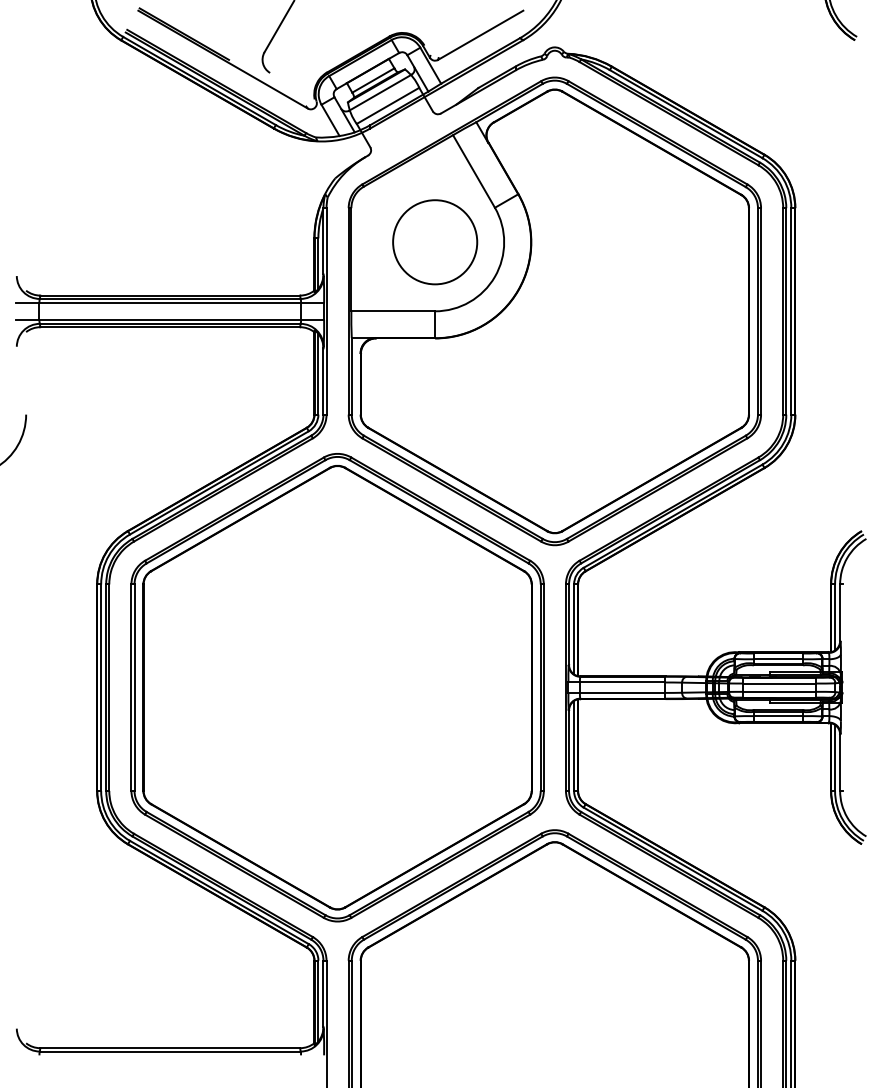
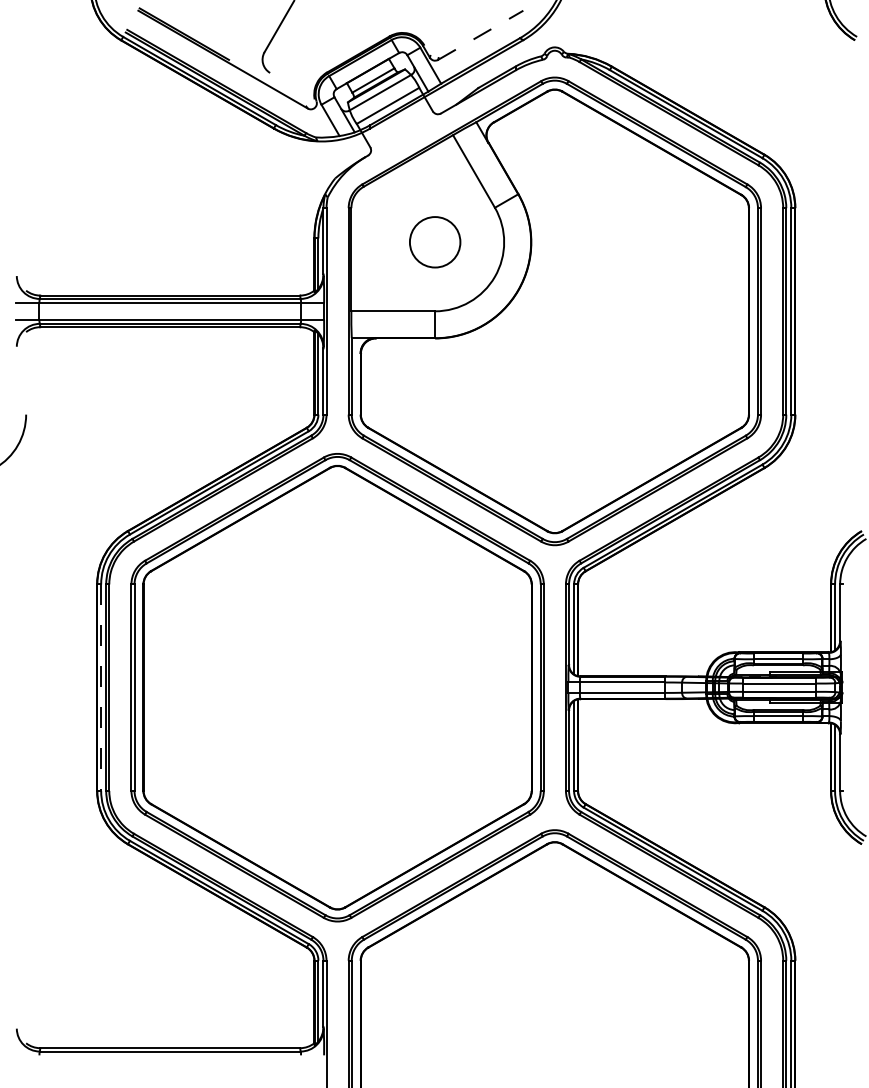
line at (481, 35): solid -> dashed
circle at (435, 242) diameter: 84 px -> 50 px
line at (101, 688): solid -> dashed
